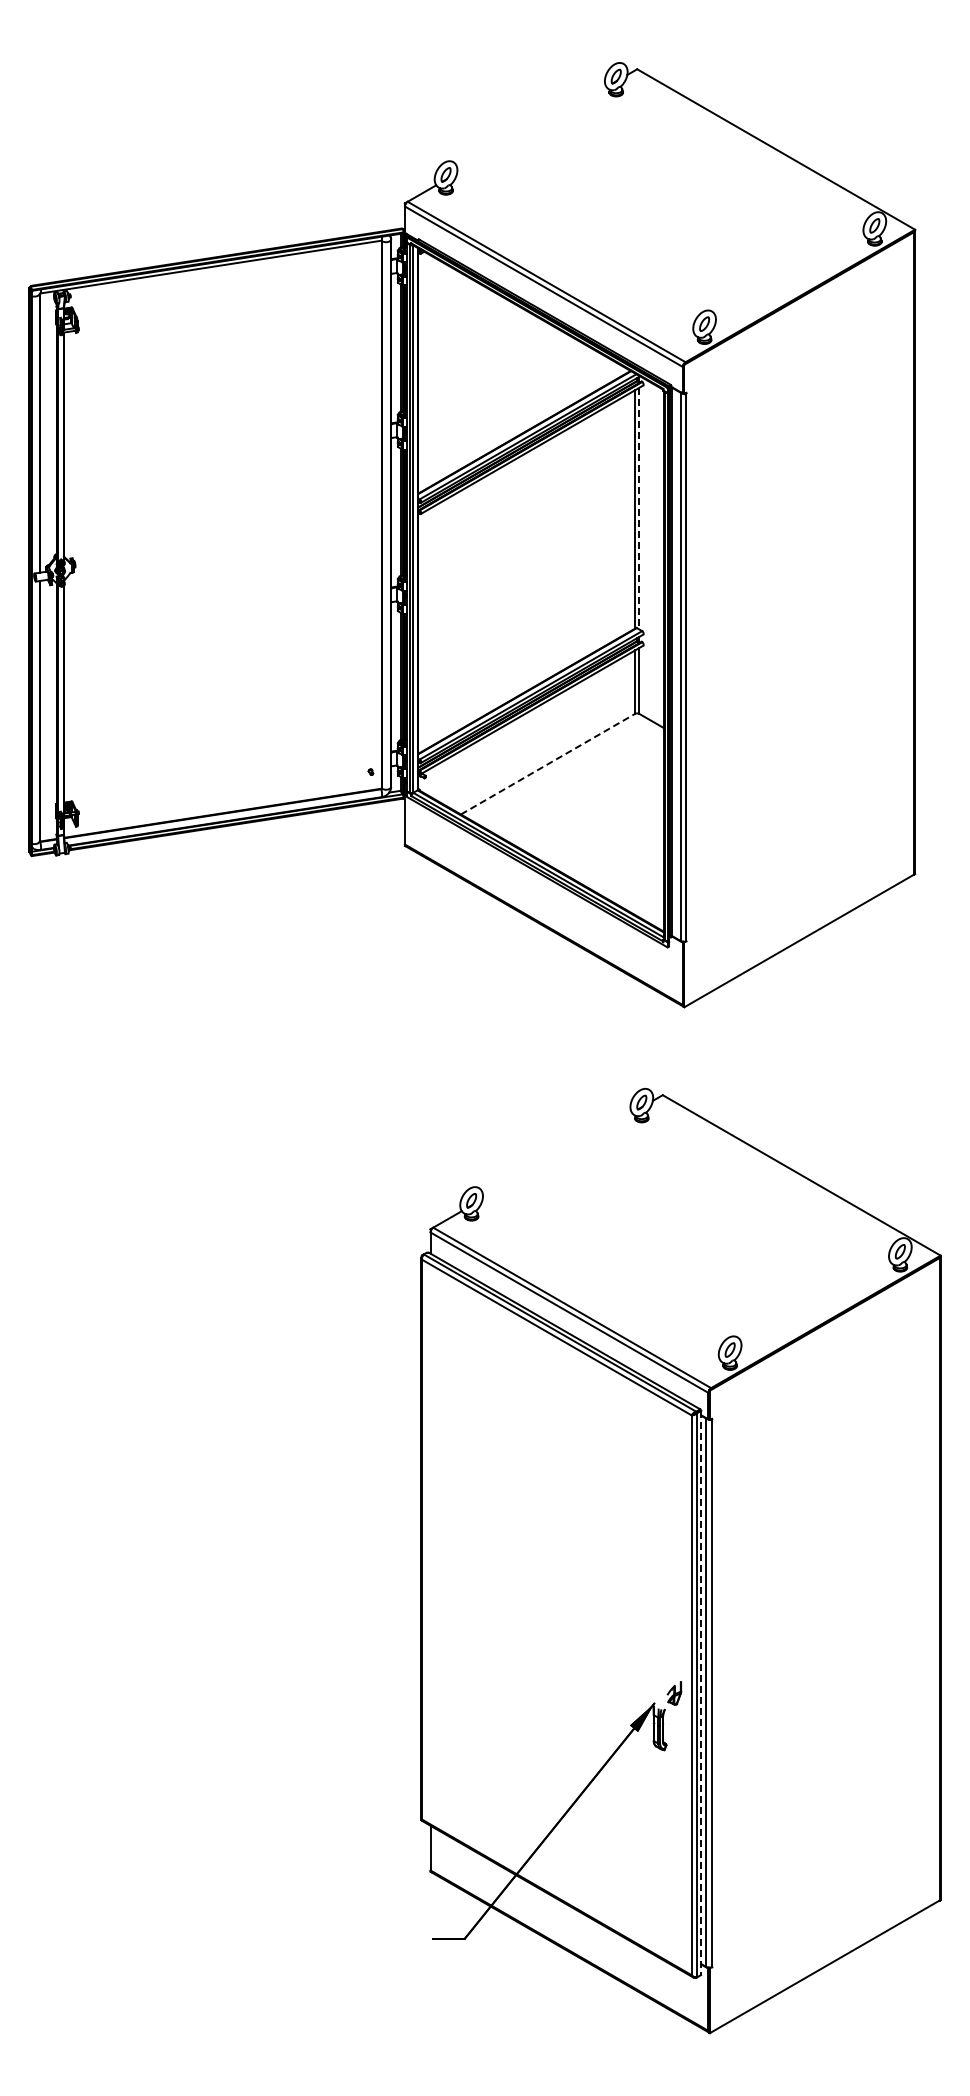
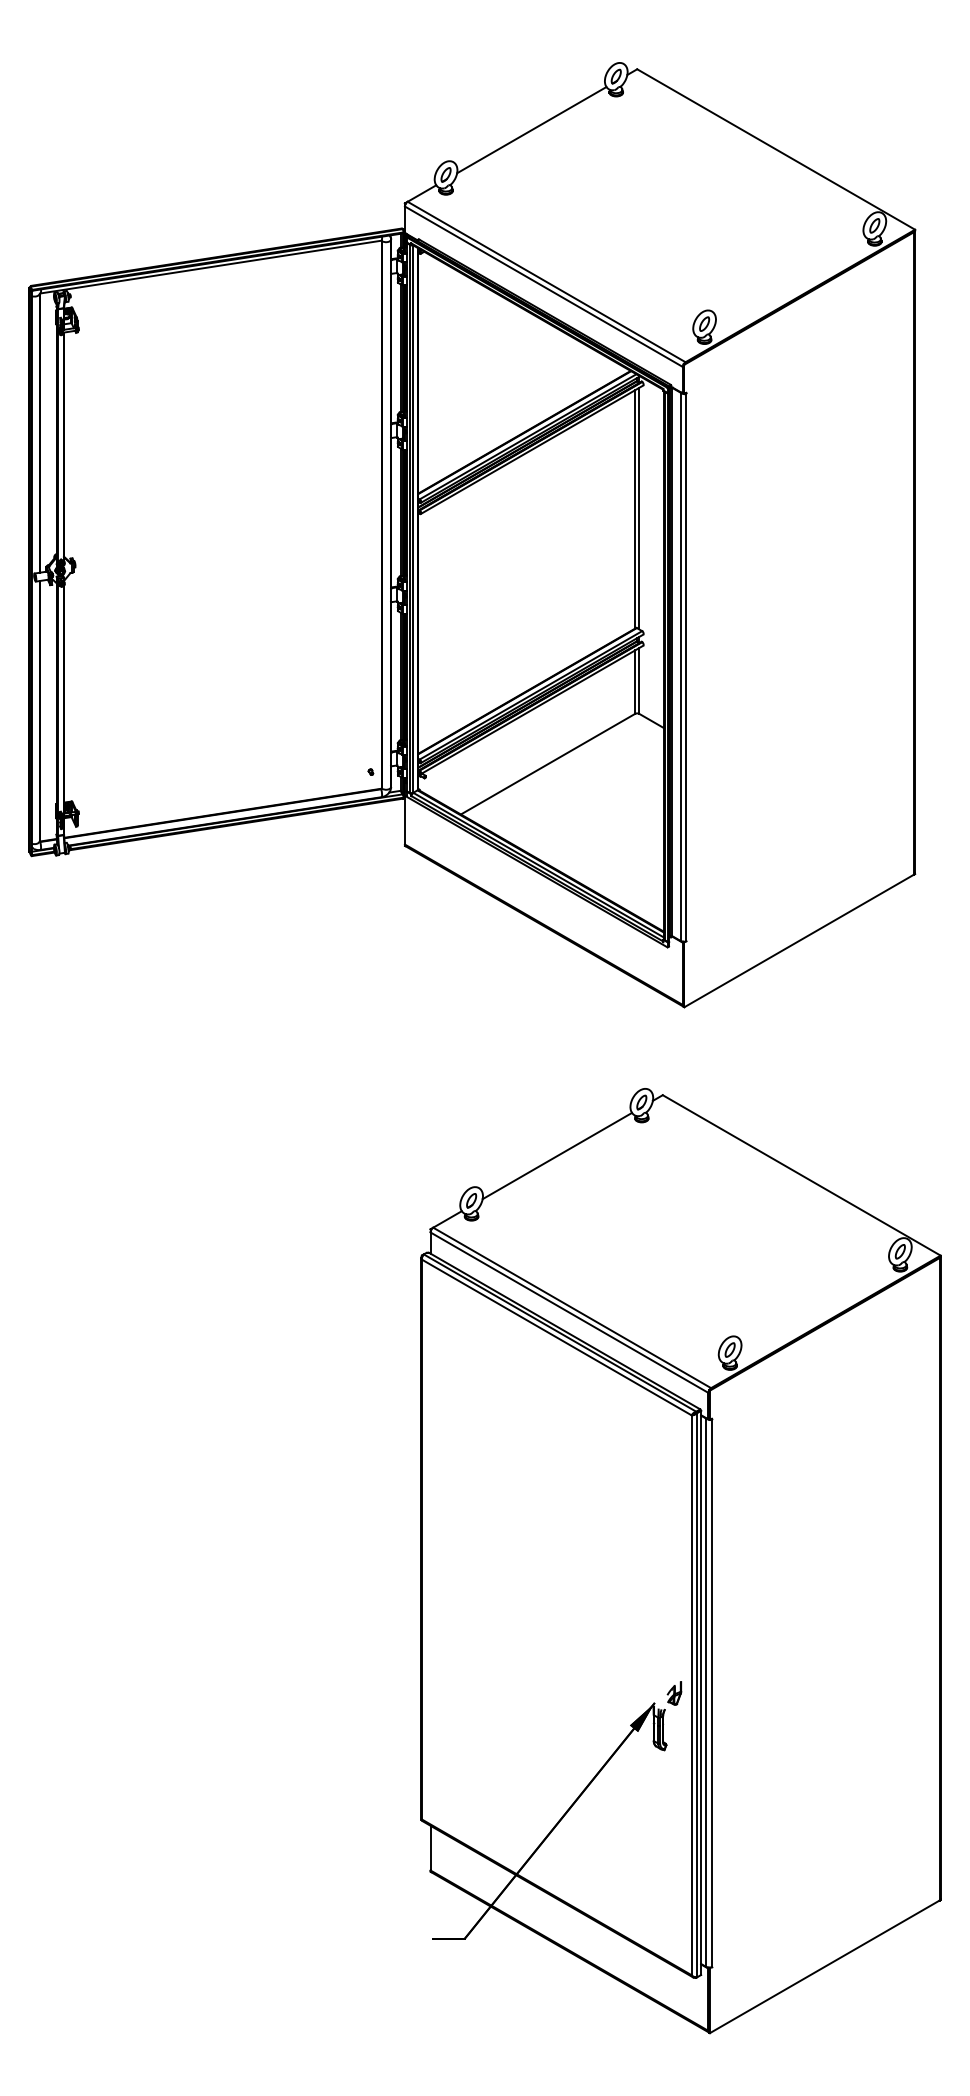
line at (531, 130): none -> present
line at (639, 508): dashed -> solid
line at (548, 764): dashed -> solid
line at (557, 1155): none -> present
line at (701, 1693): dashed -> solid
